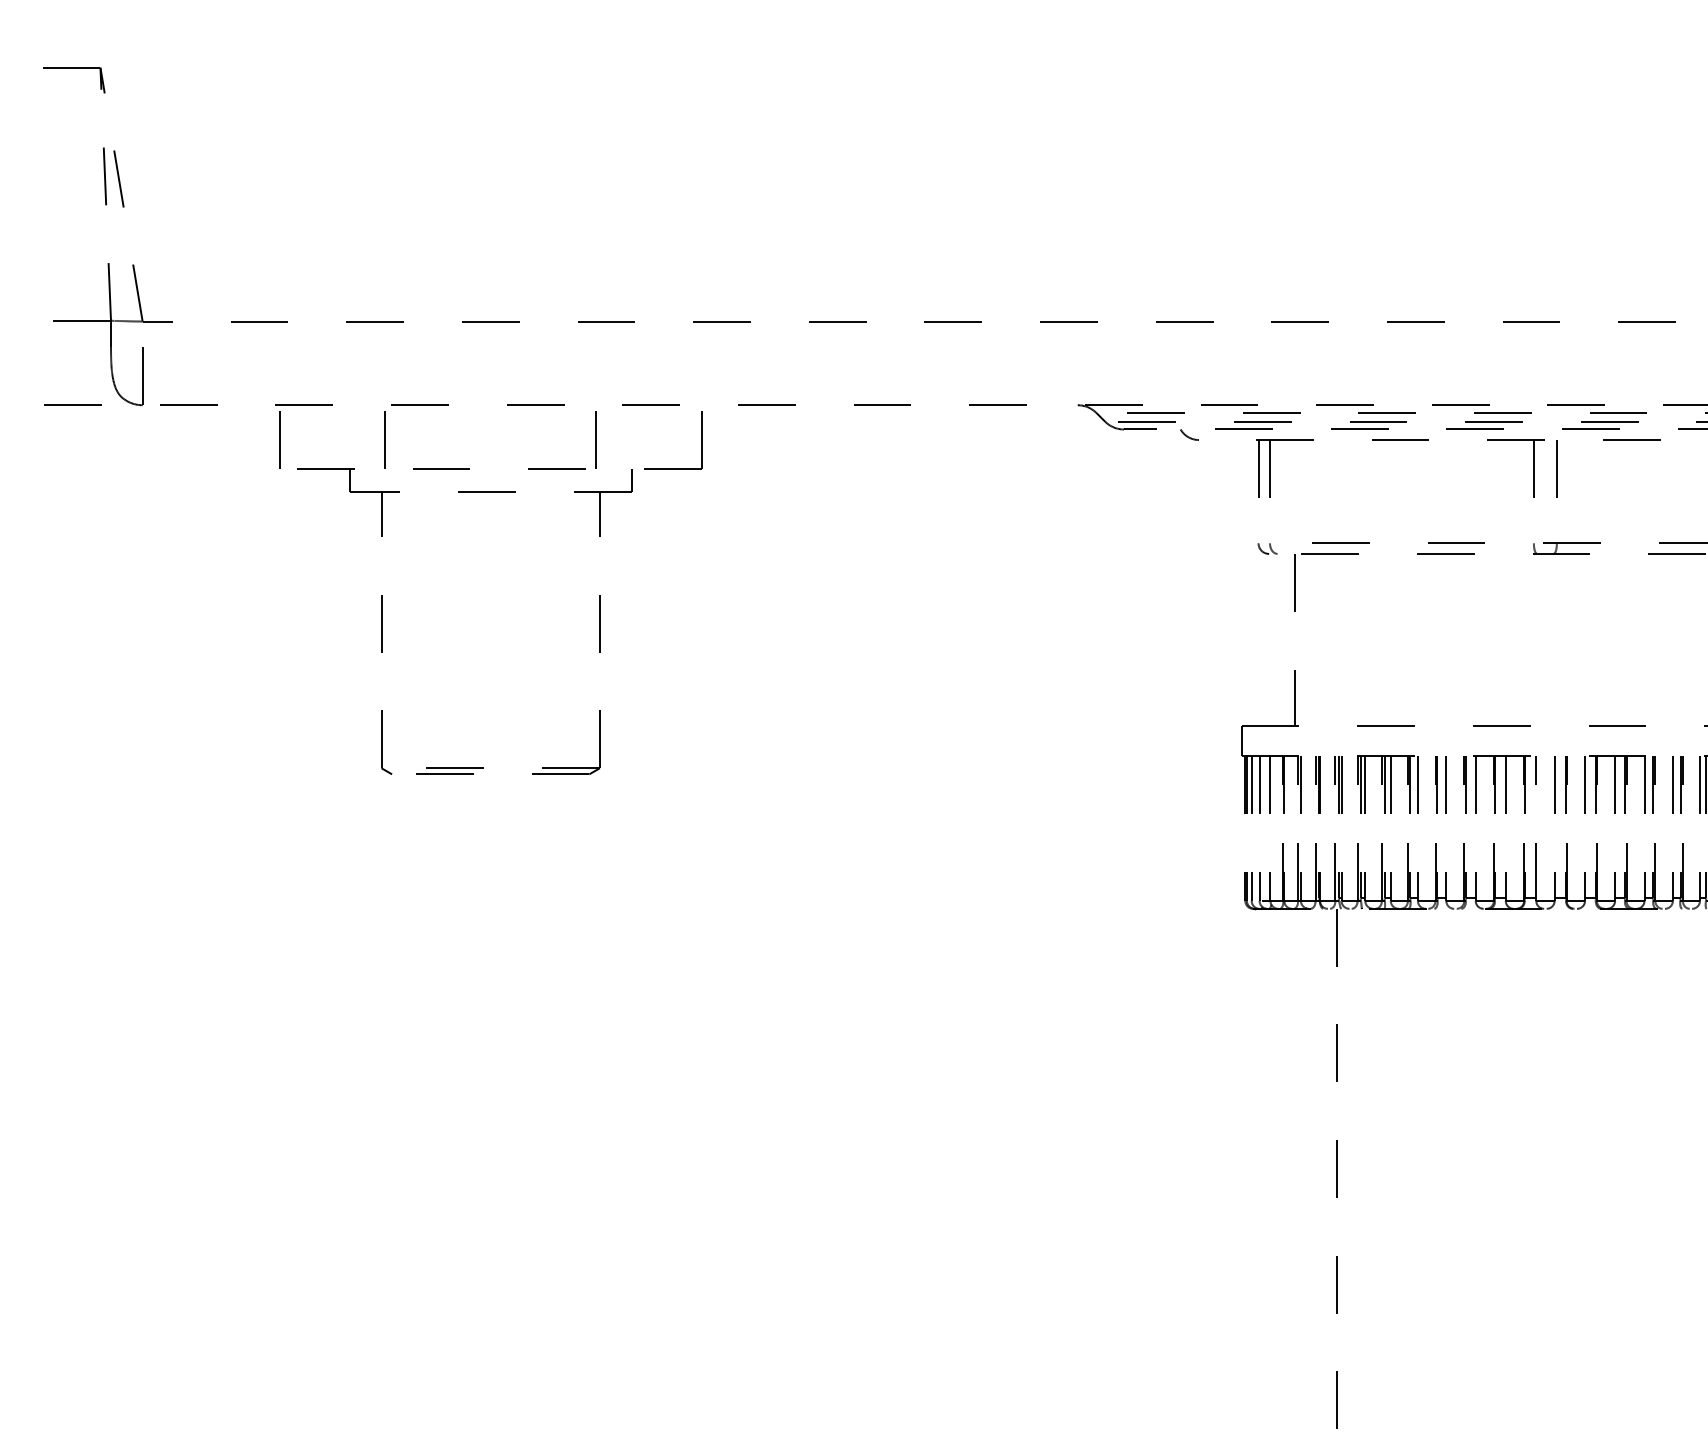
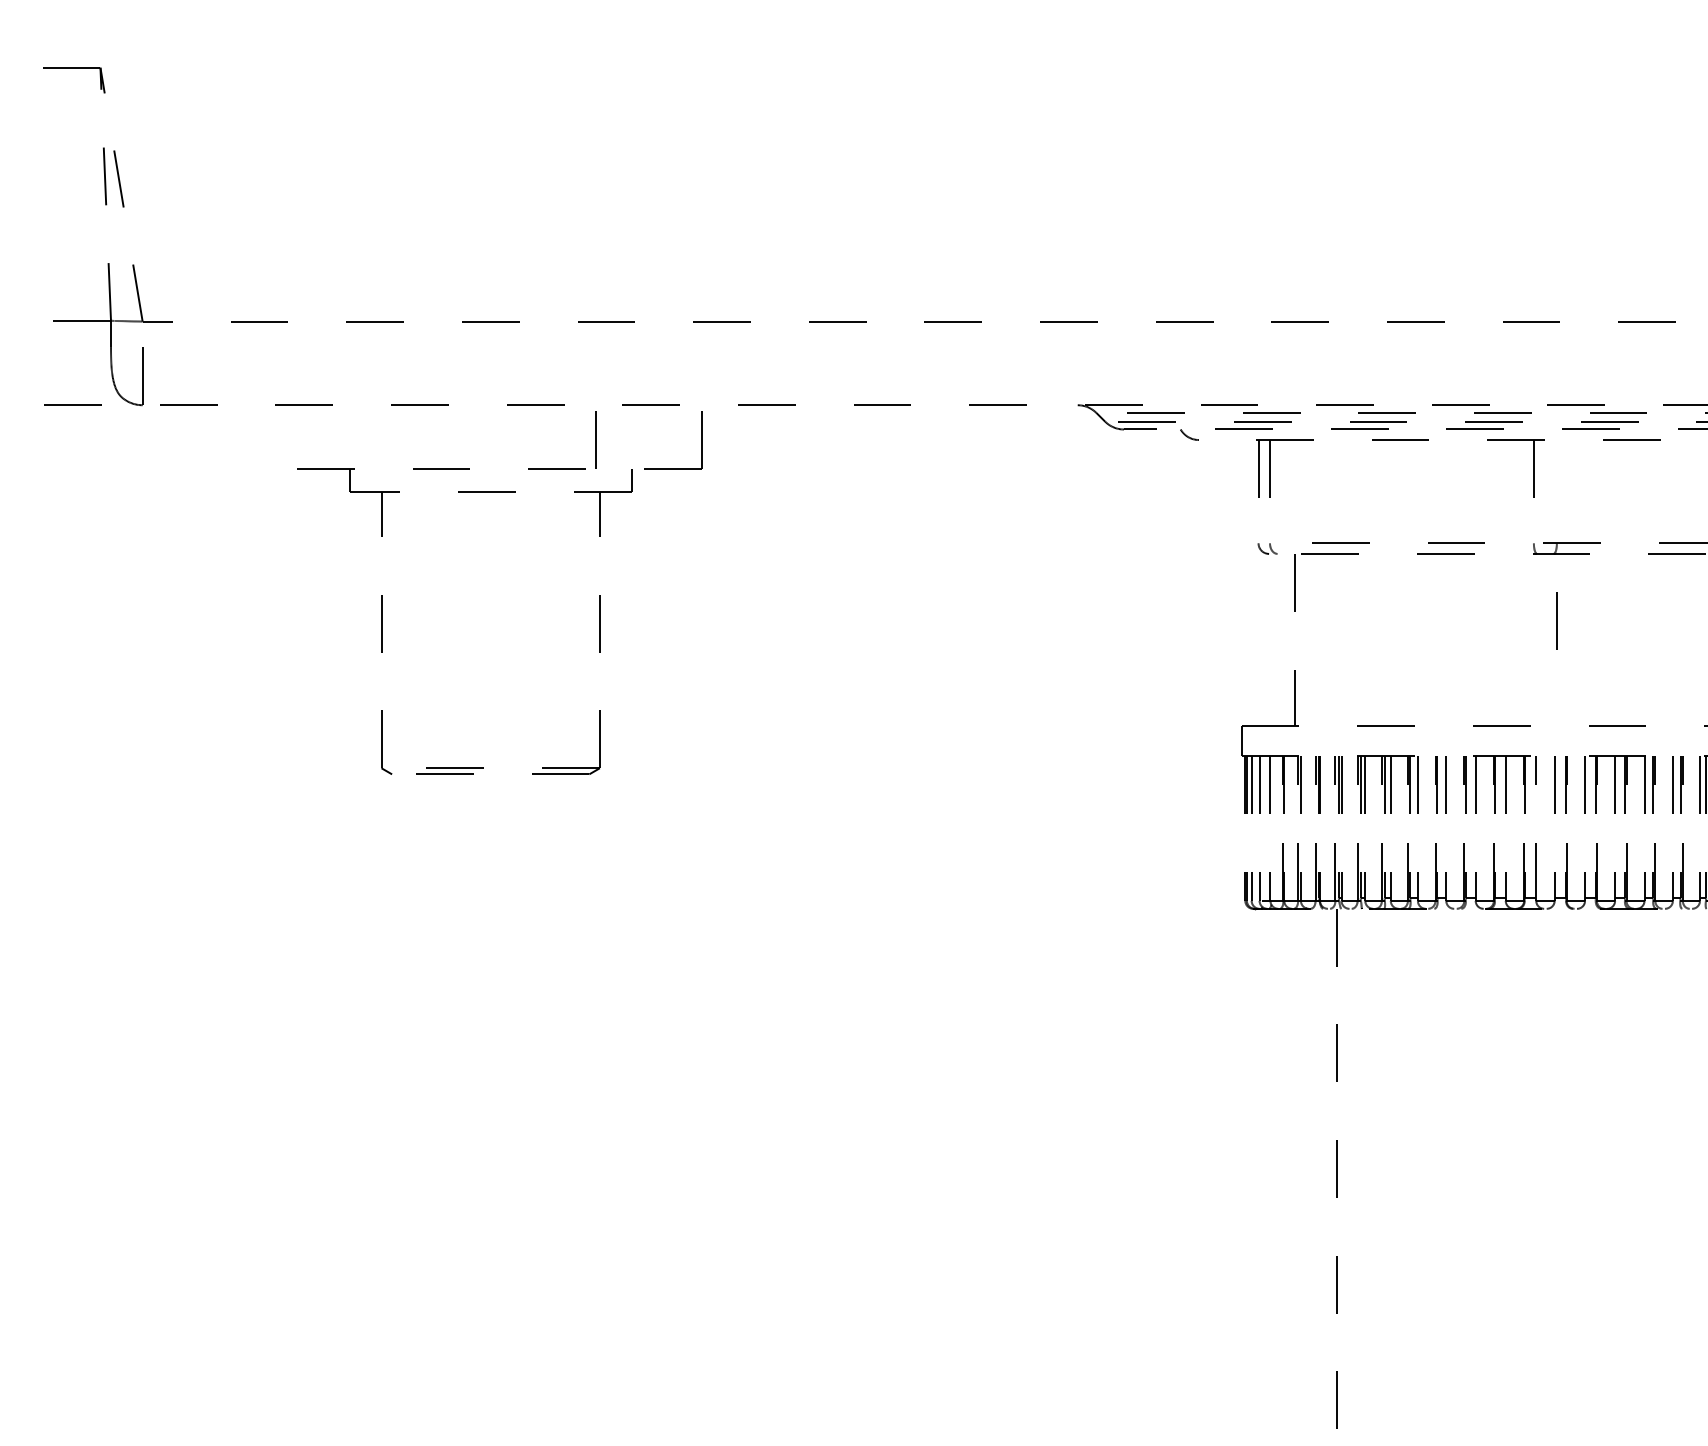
line at (279, 436): present -> none
line at (385, 436): present -> none
line at (1556, 468) position: (1556, 468) -> (1556, 620)
